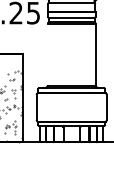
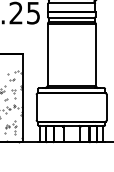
line at (47, 54): none -> present
